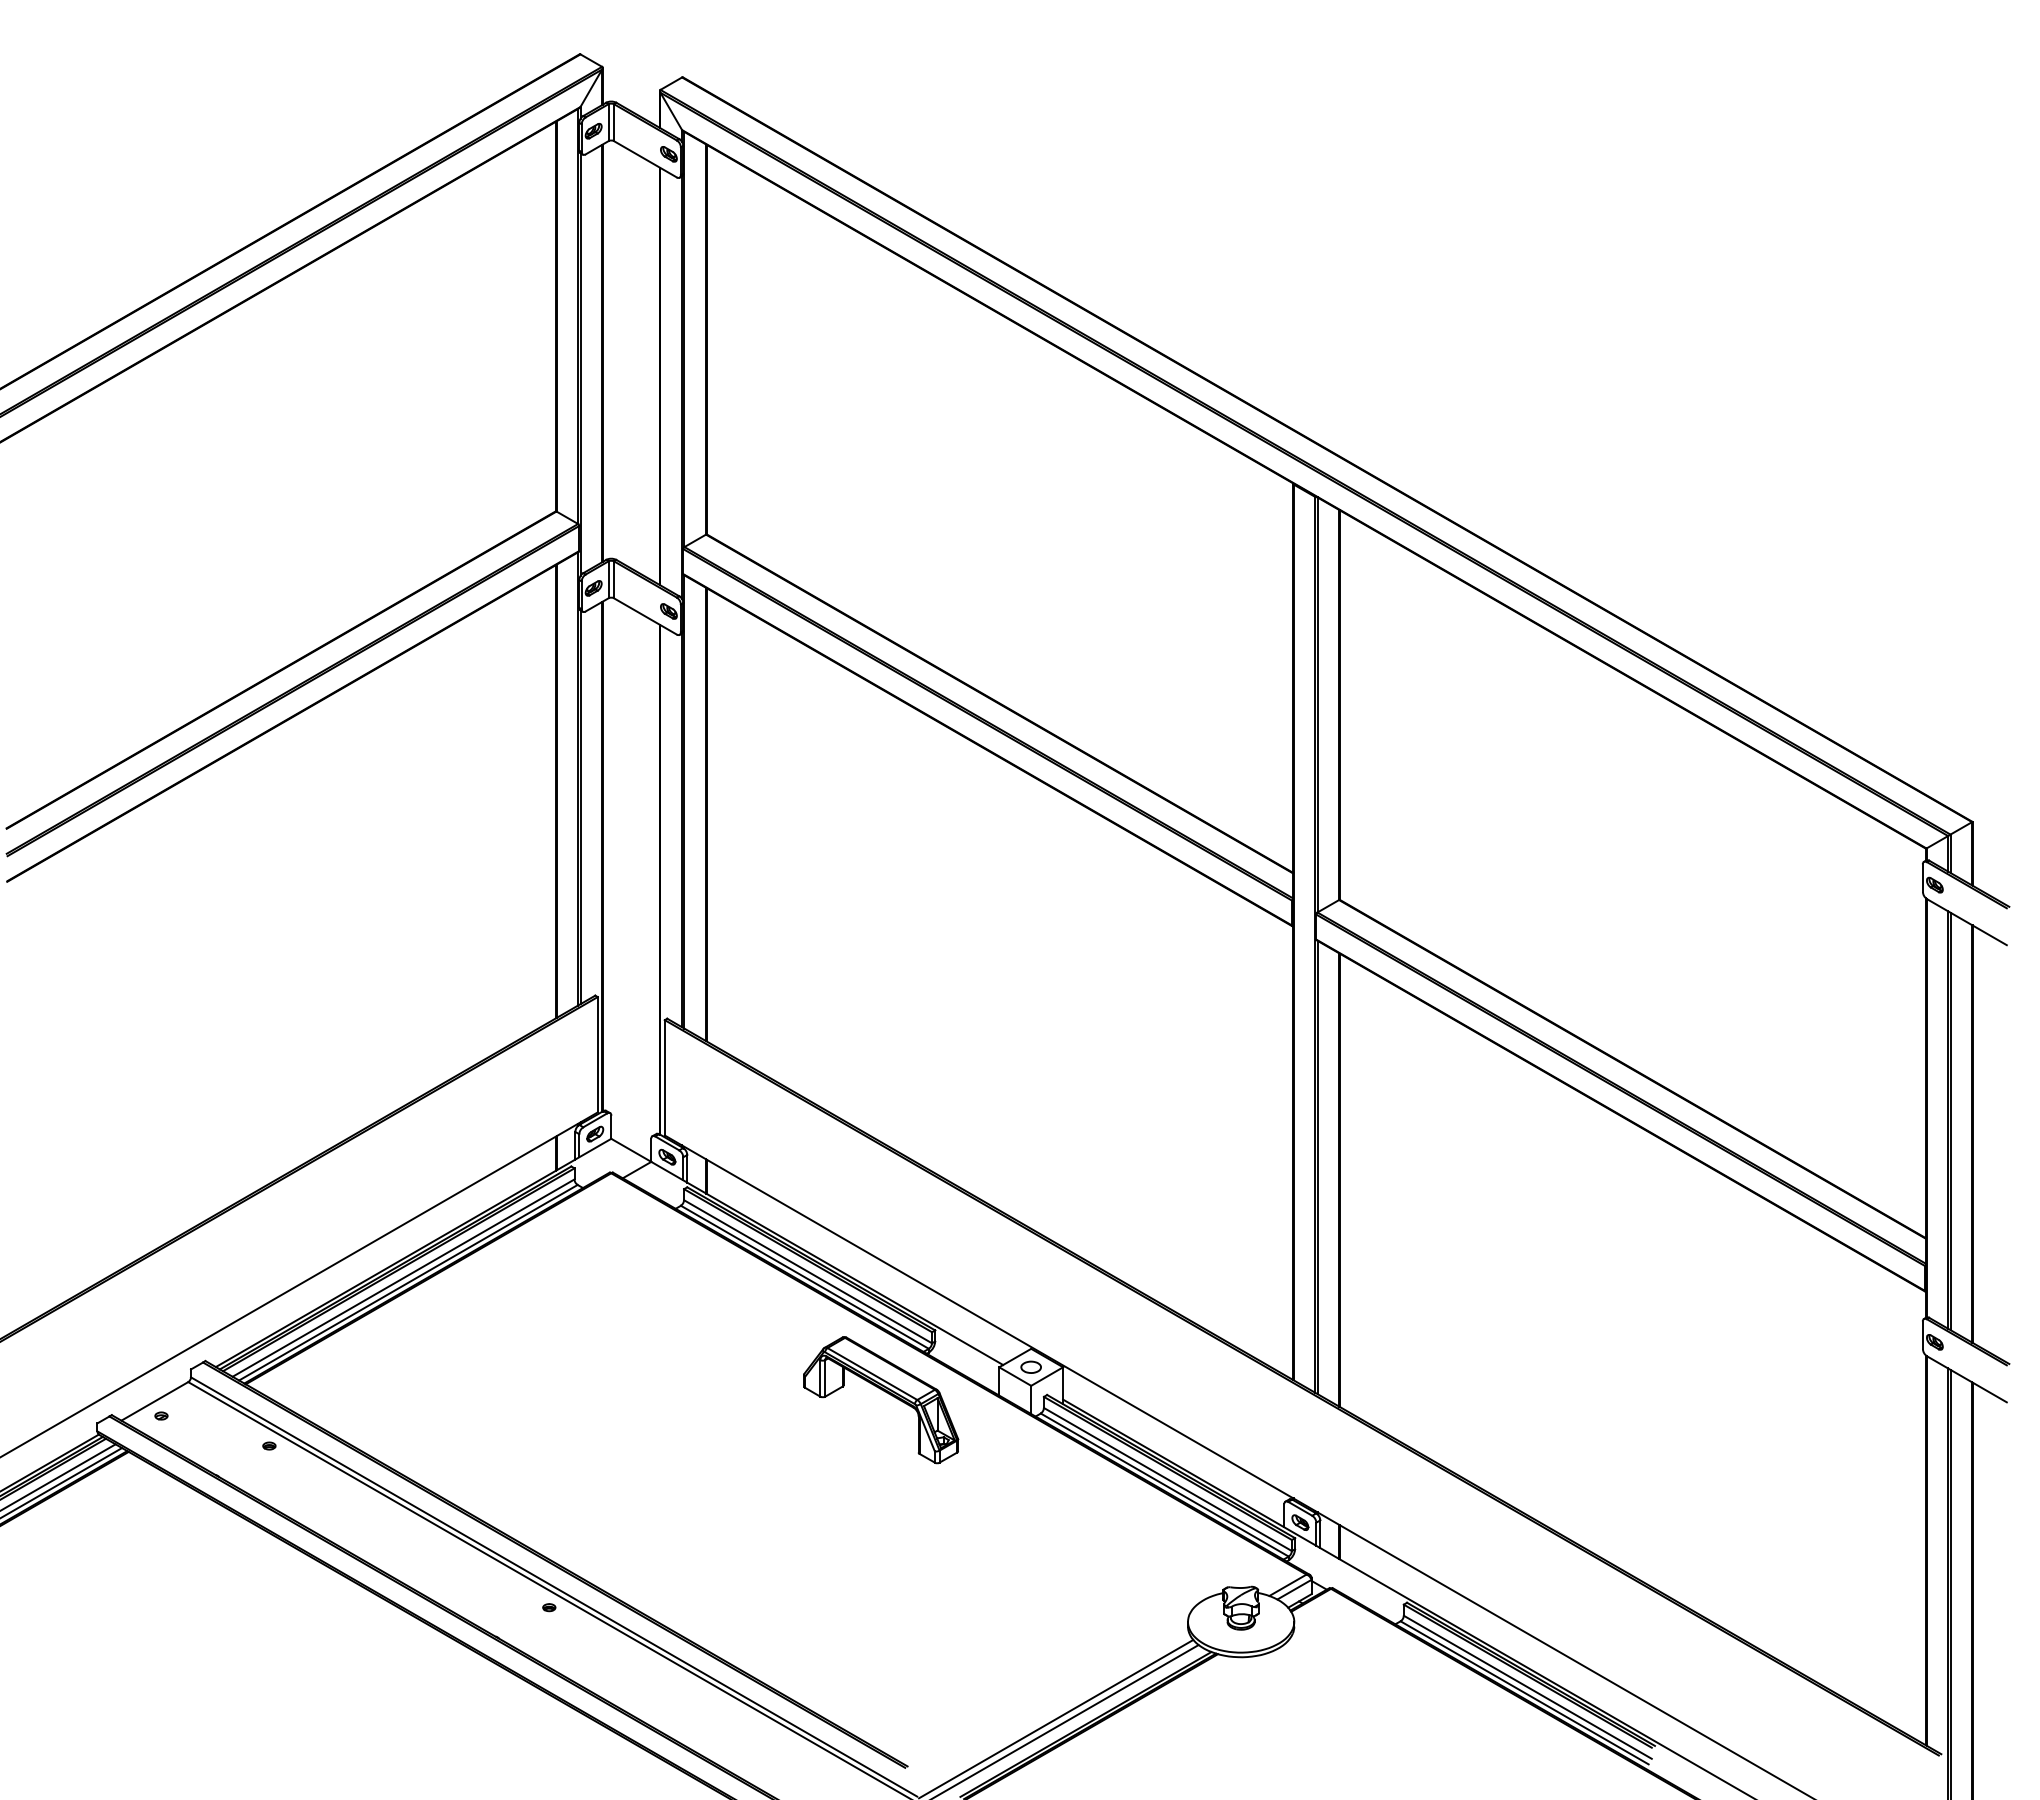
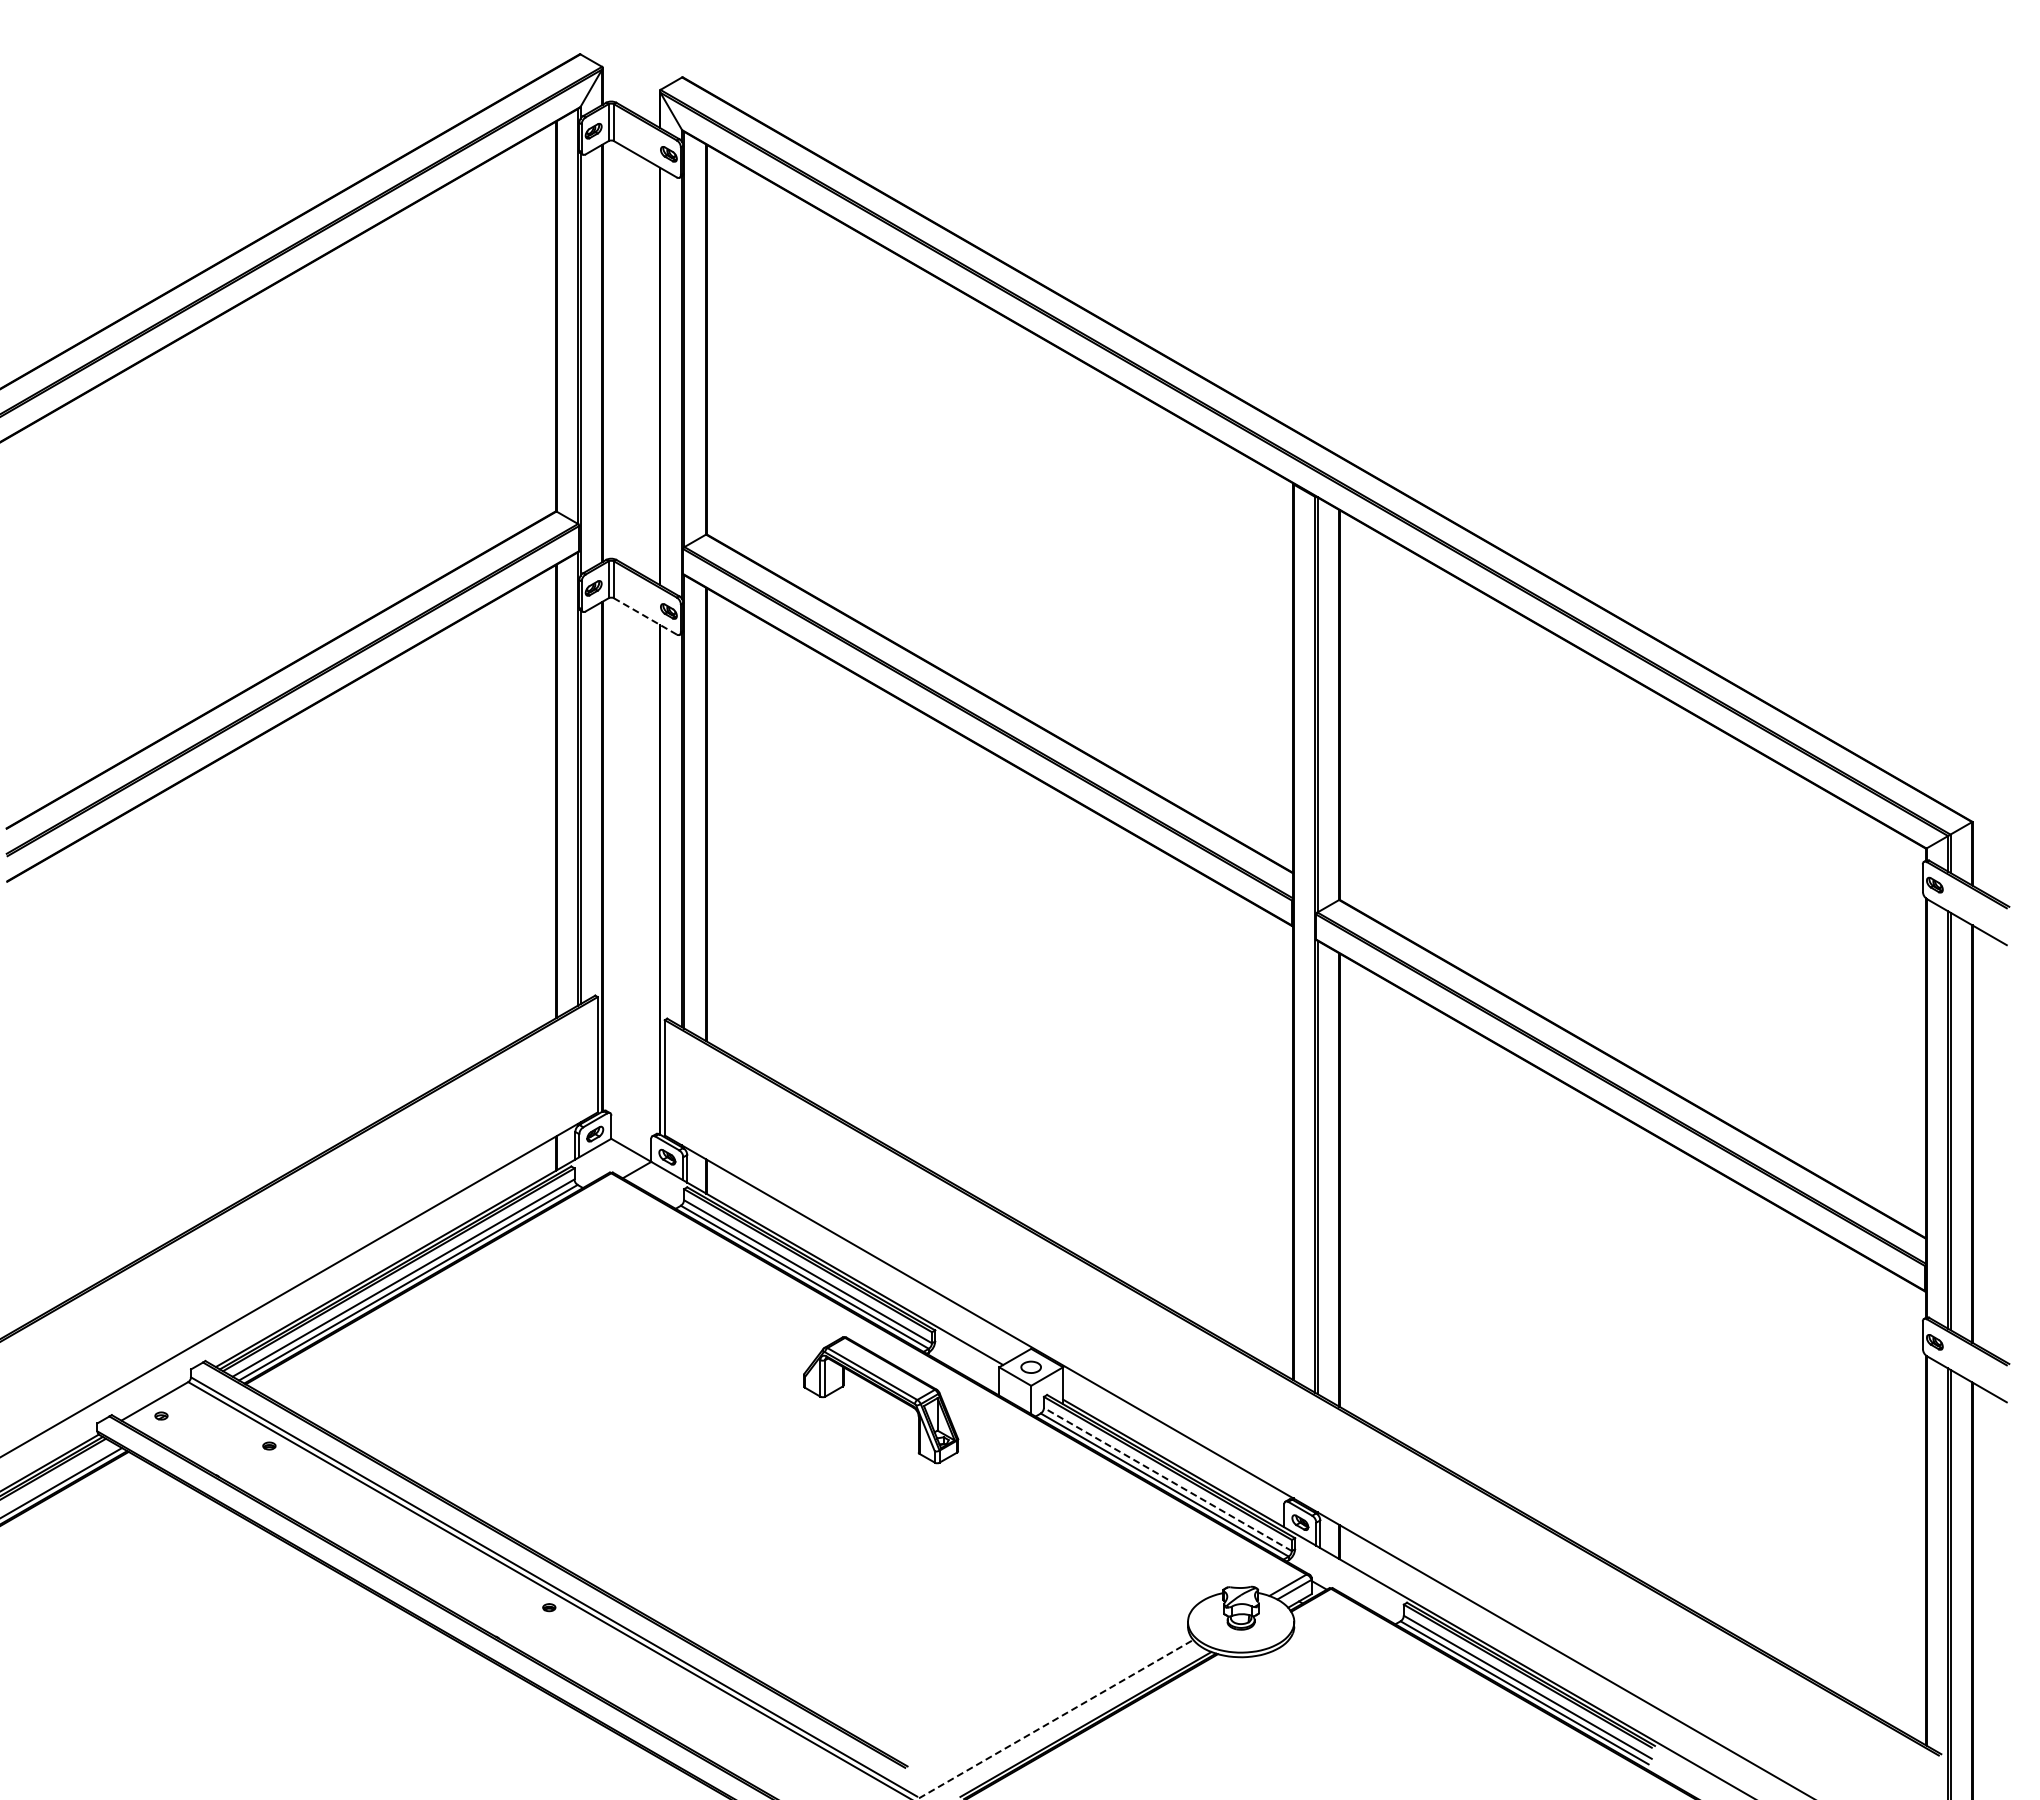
line at (645, 616): solid -> dashed
line at (58, 1476): present -> none
line at (1167, 1479): solid -> dashed
line at (1056, 1718): solid -> dashed
line at (1066, 1720): present -> none
